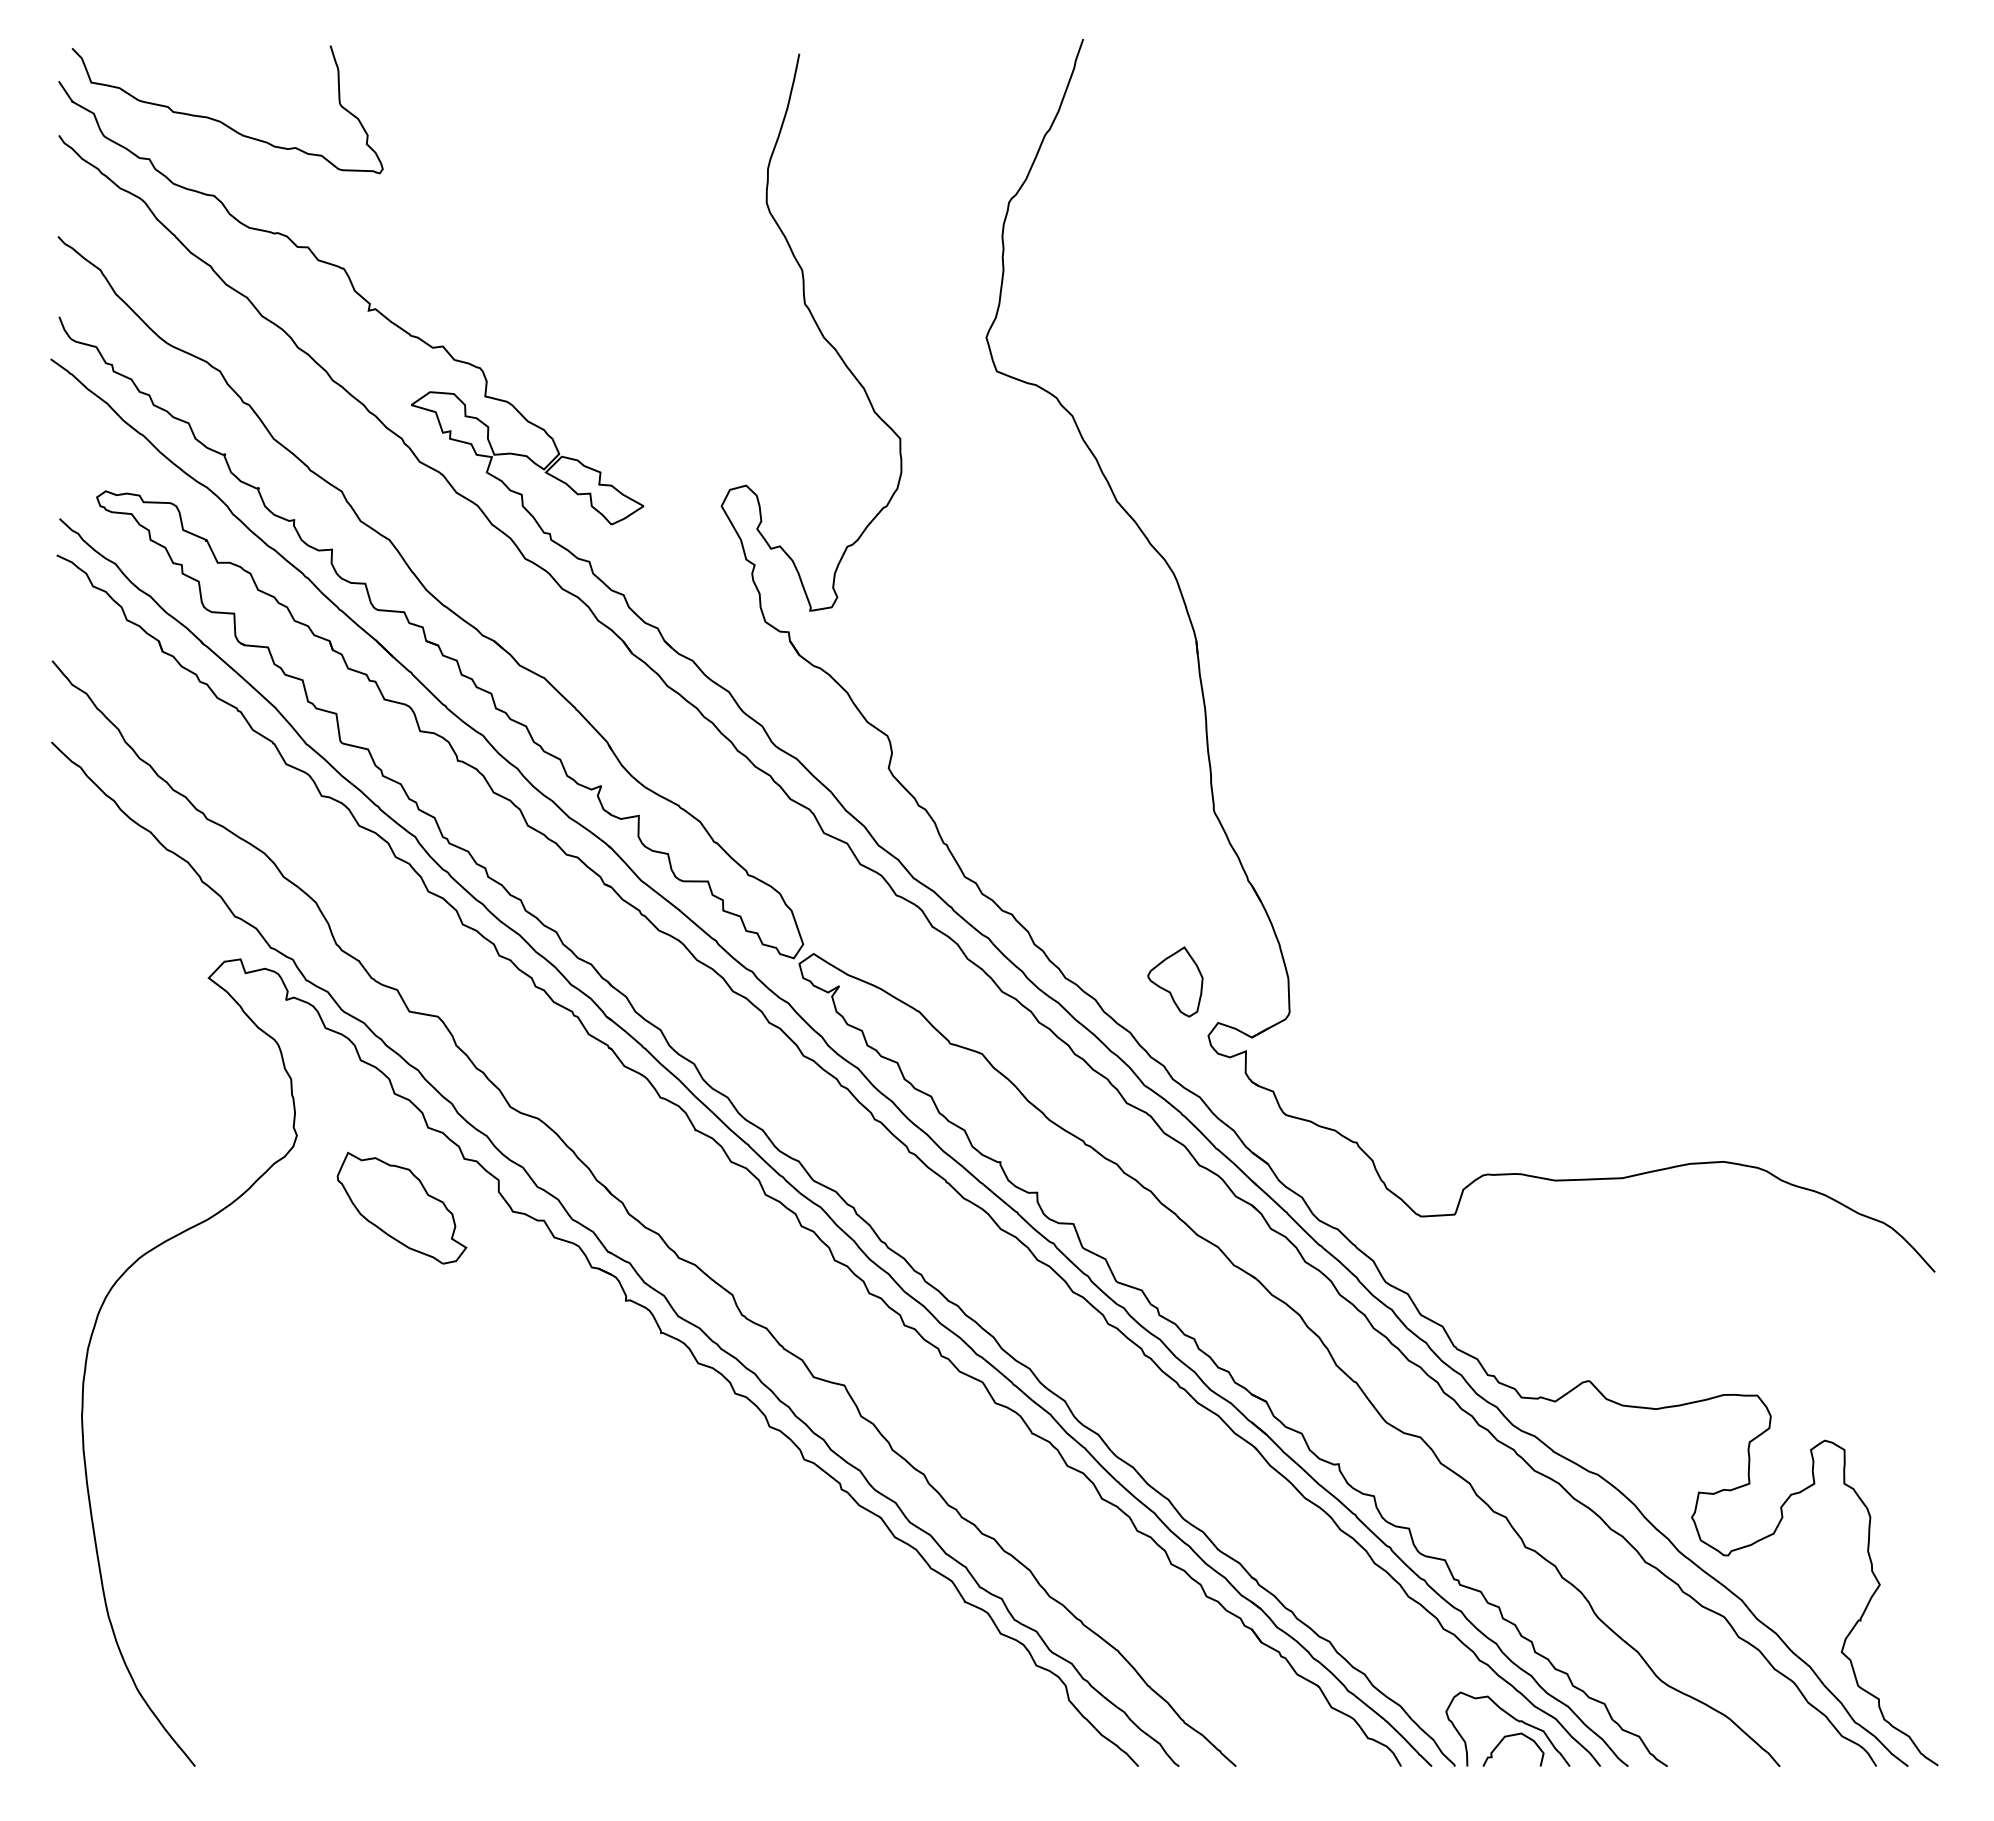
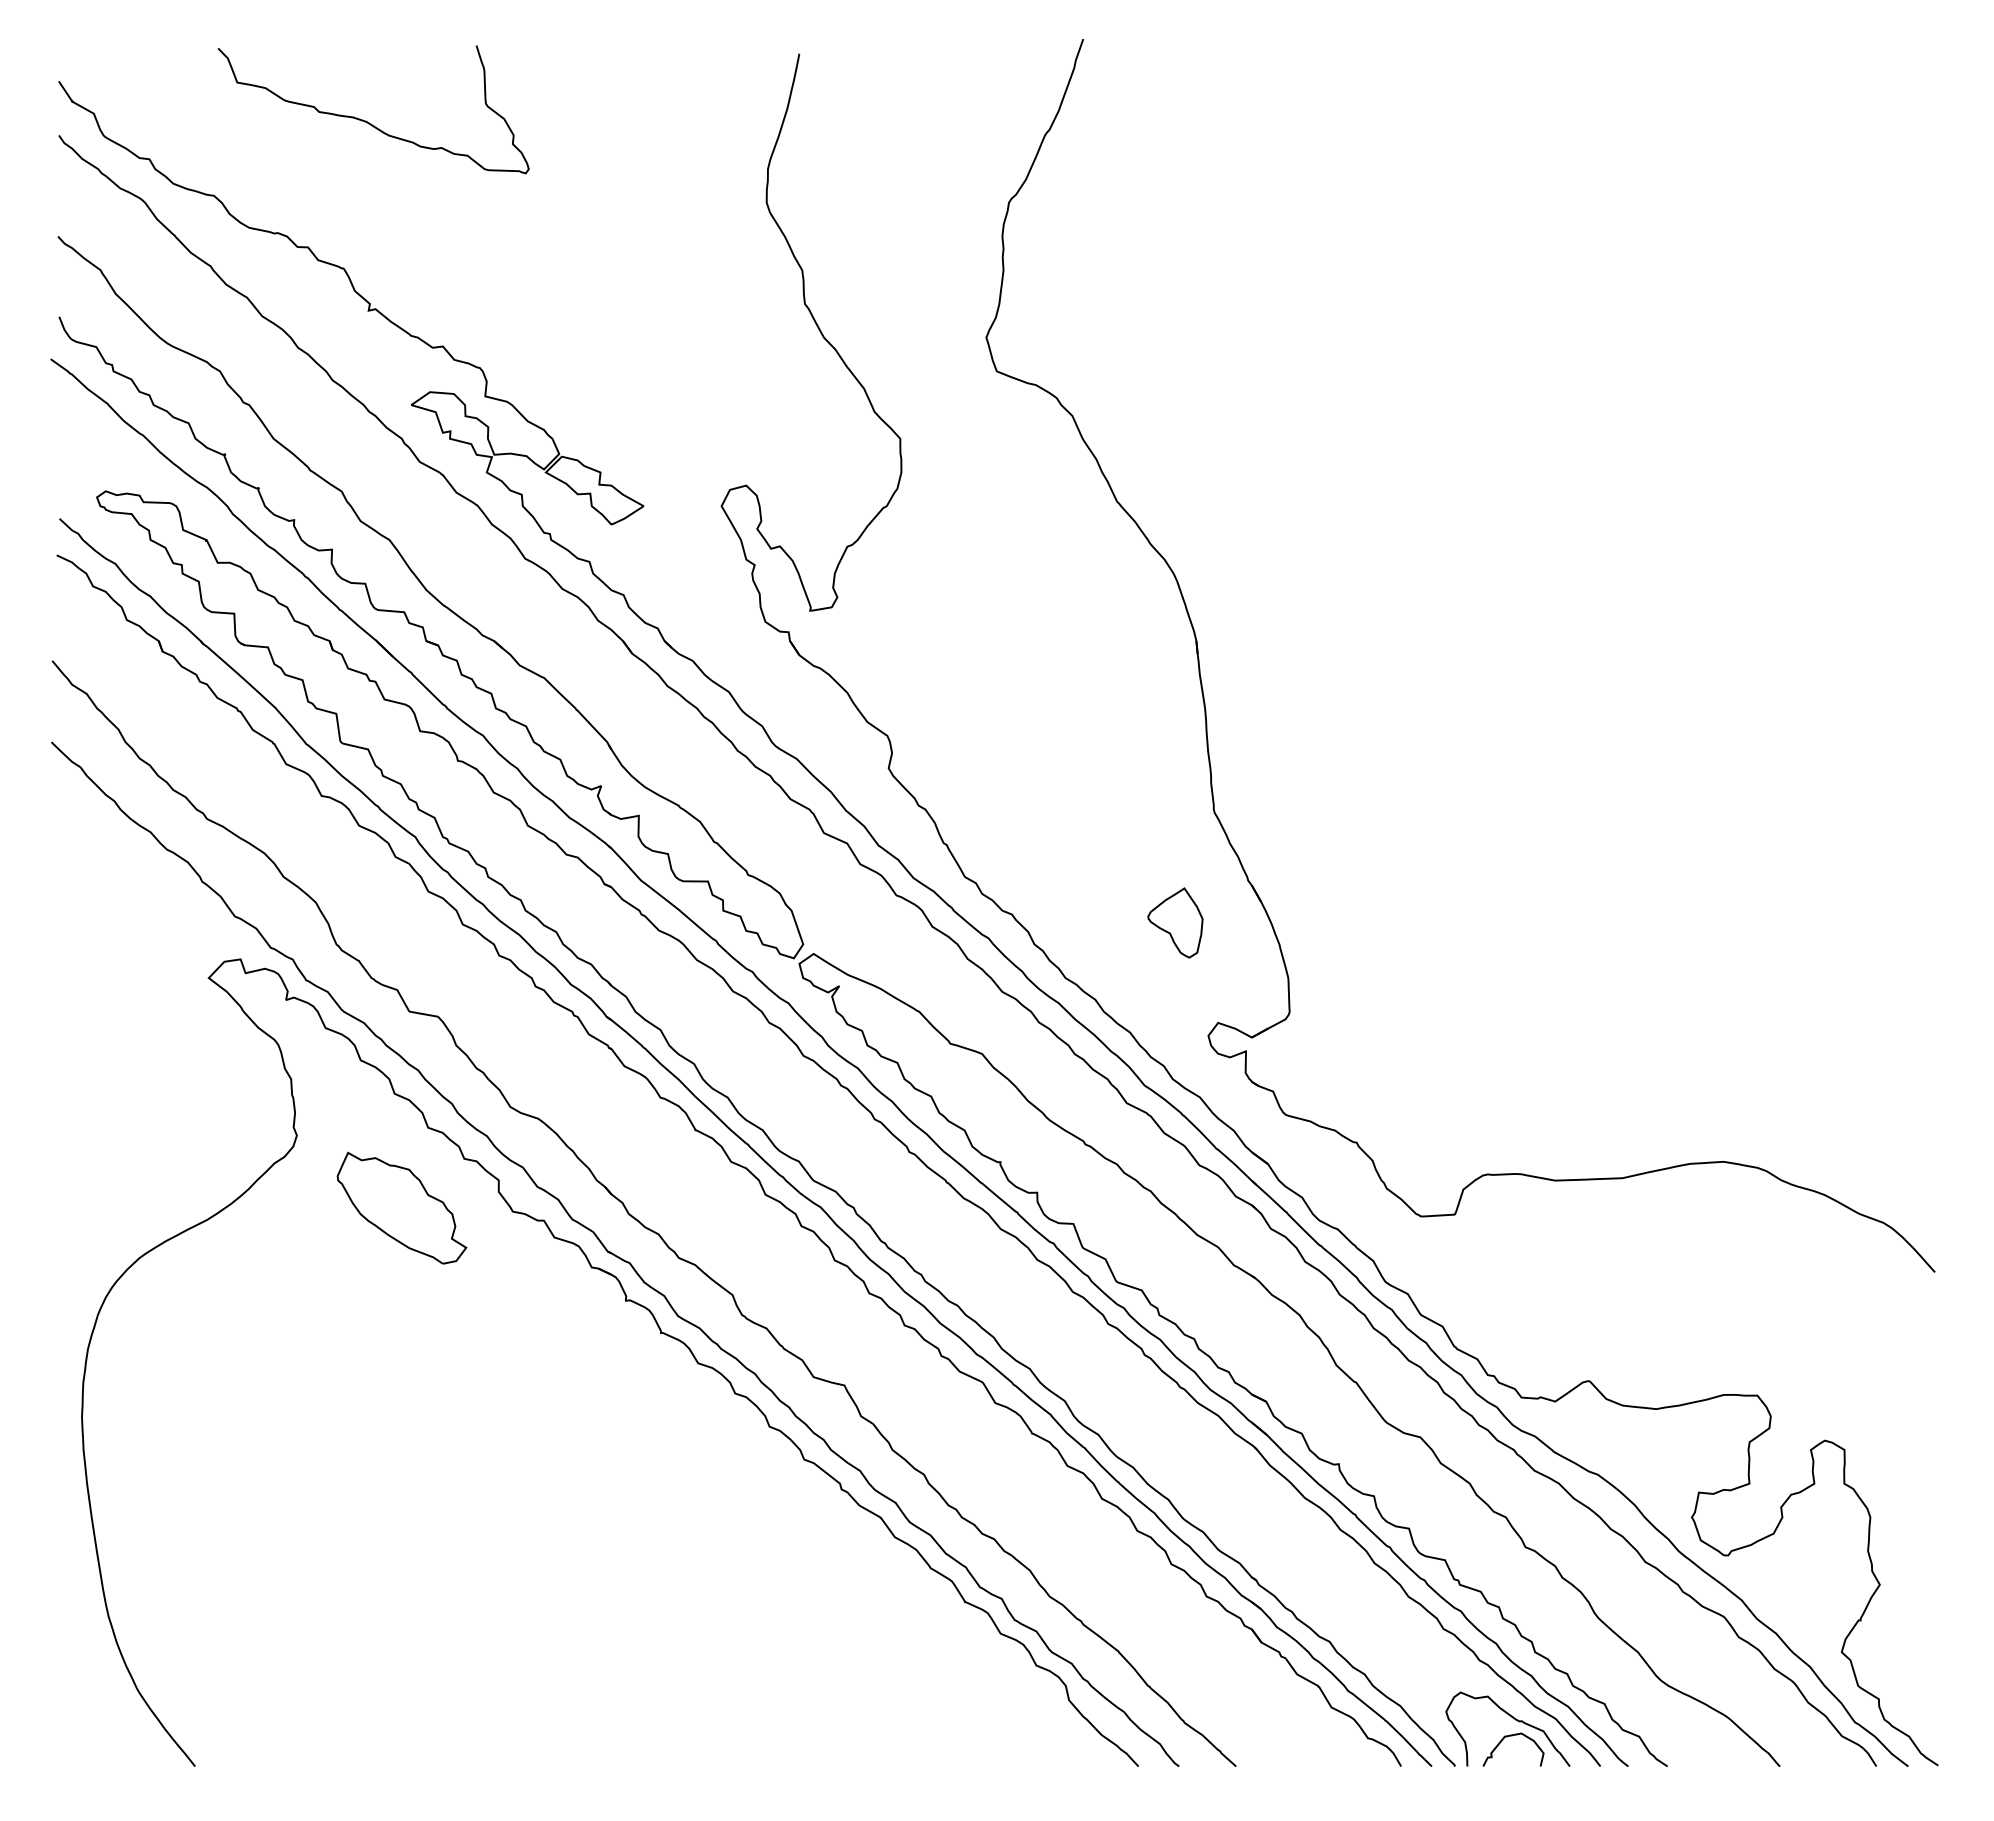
curve at (220, 120) position: (220, 120) -> (366, 120)
part at (1175, 981) position: (1175, 981) -> (1175, 922)
